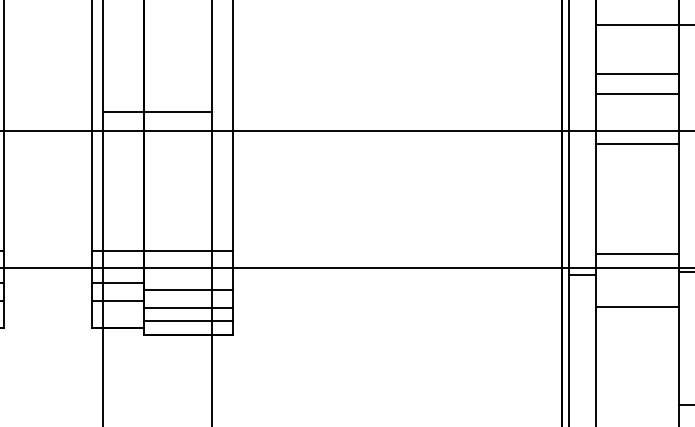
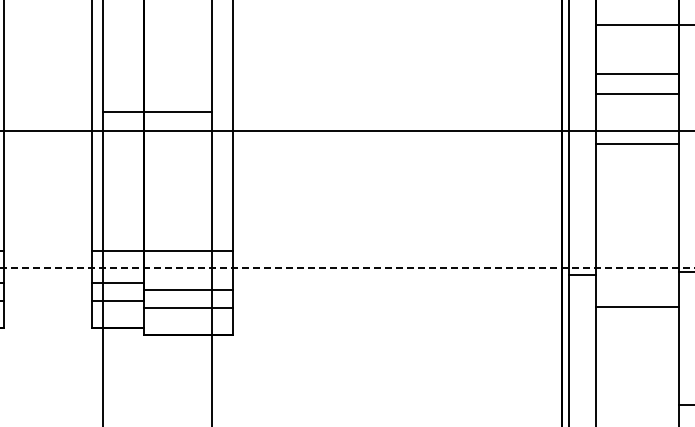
line at (637, 253): present -> none
line at (347, 268): solid -> dashed
line at (187, 320): present -> none
